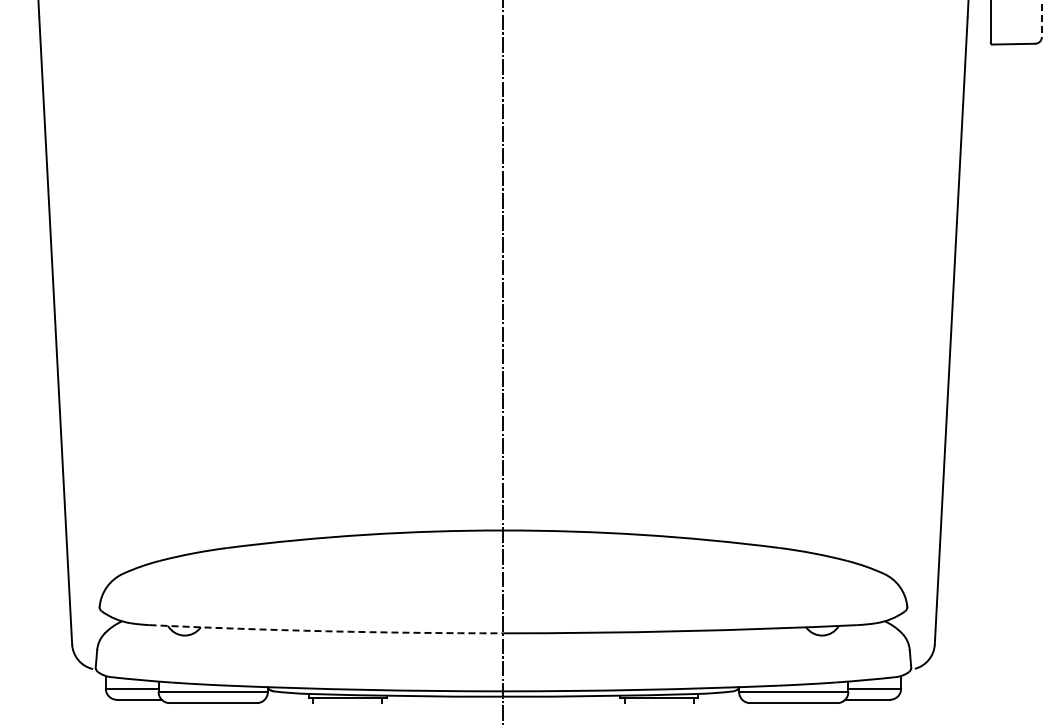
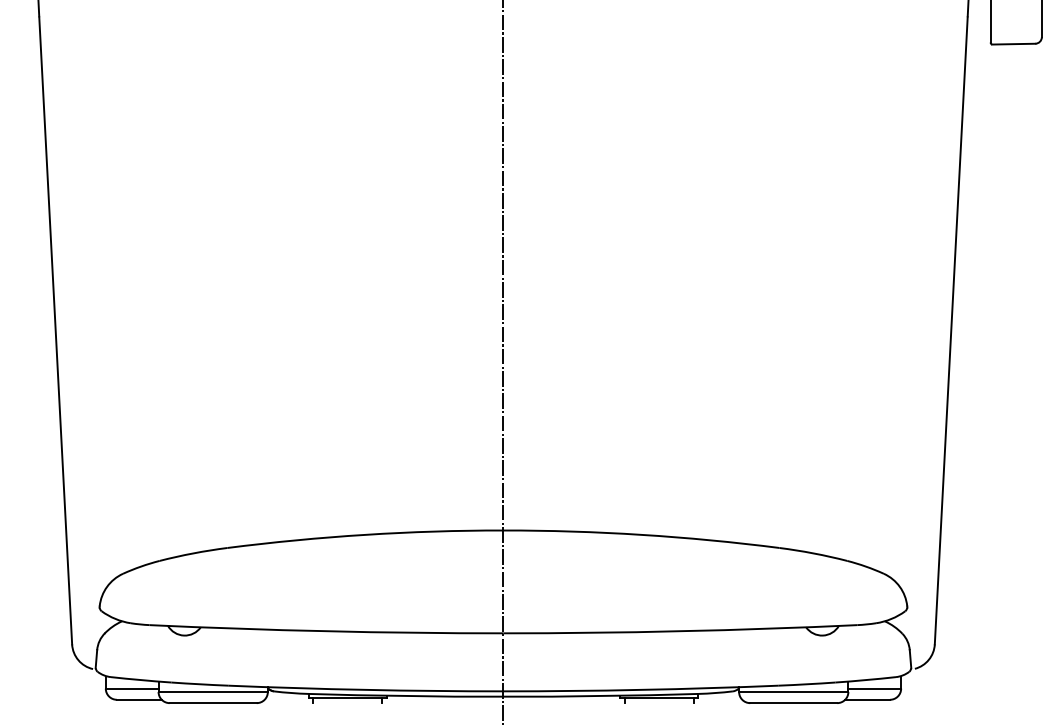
line at (1041, 19): dashed -> solid
arc at (326, 631): dashed -> solid
